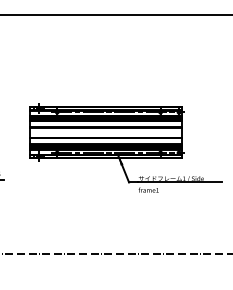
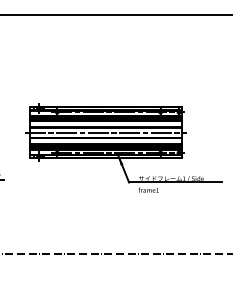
line at (105, 132): none -> present
